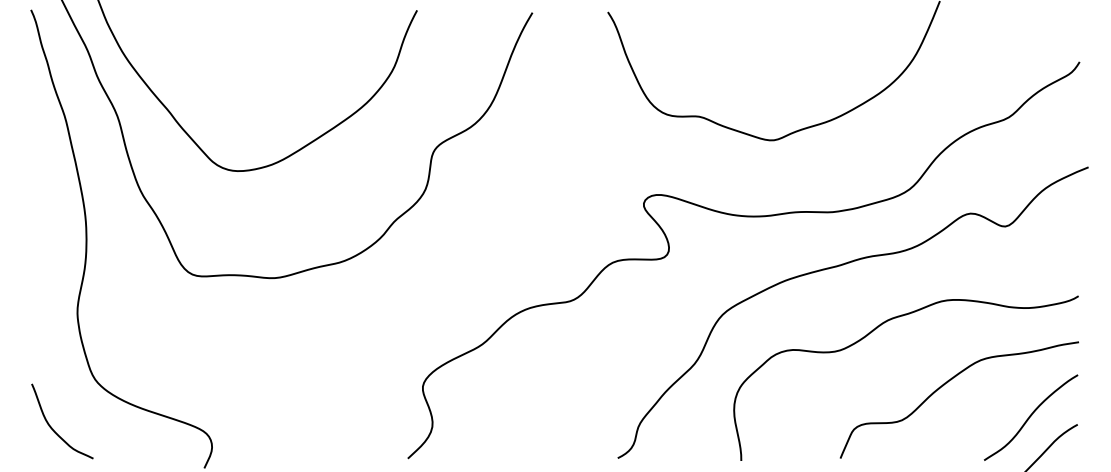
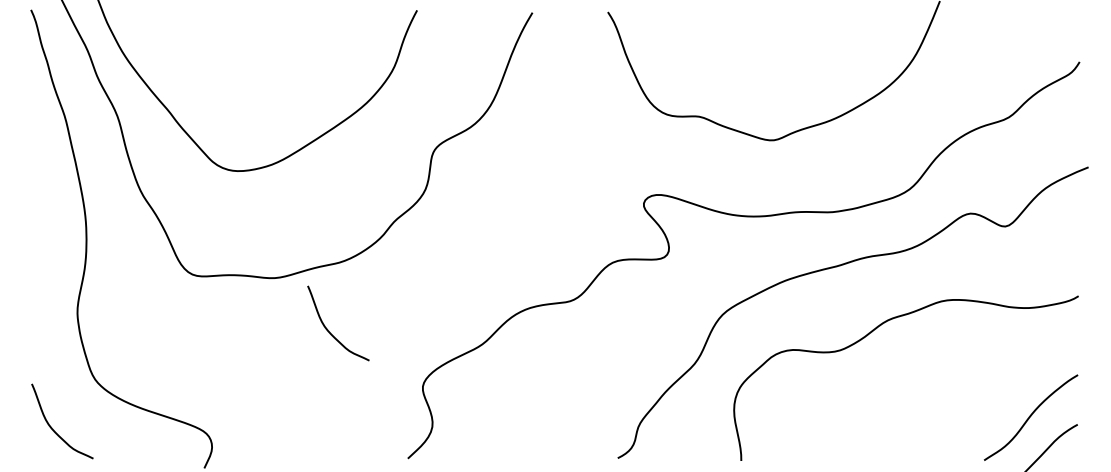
curve at (328, 329): none -> present
curve at (947, 383): present -> none
